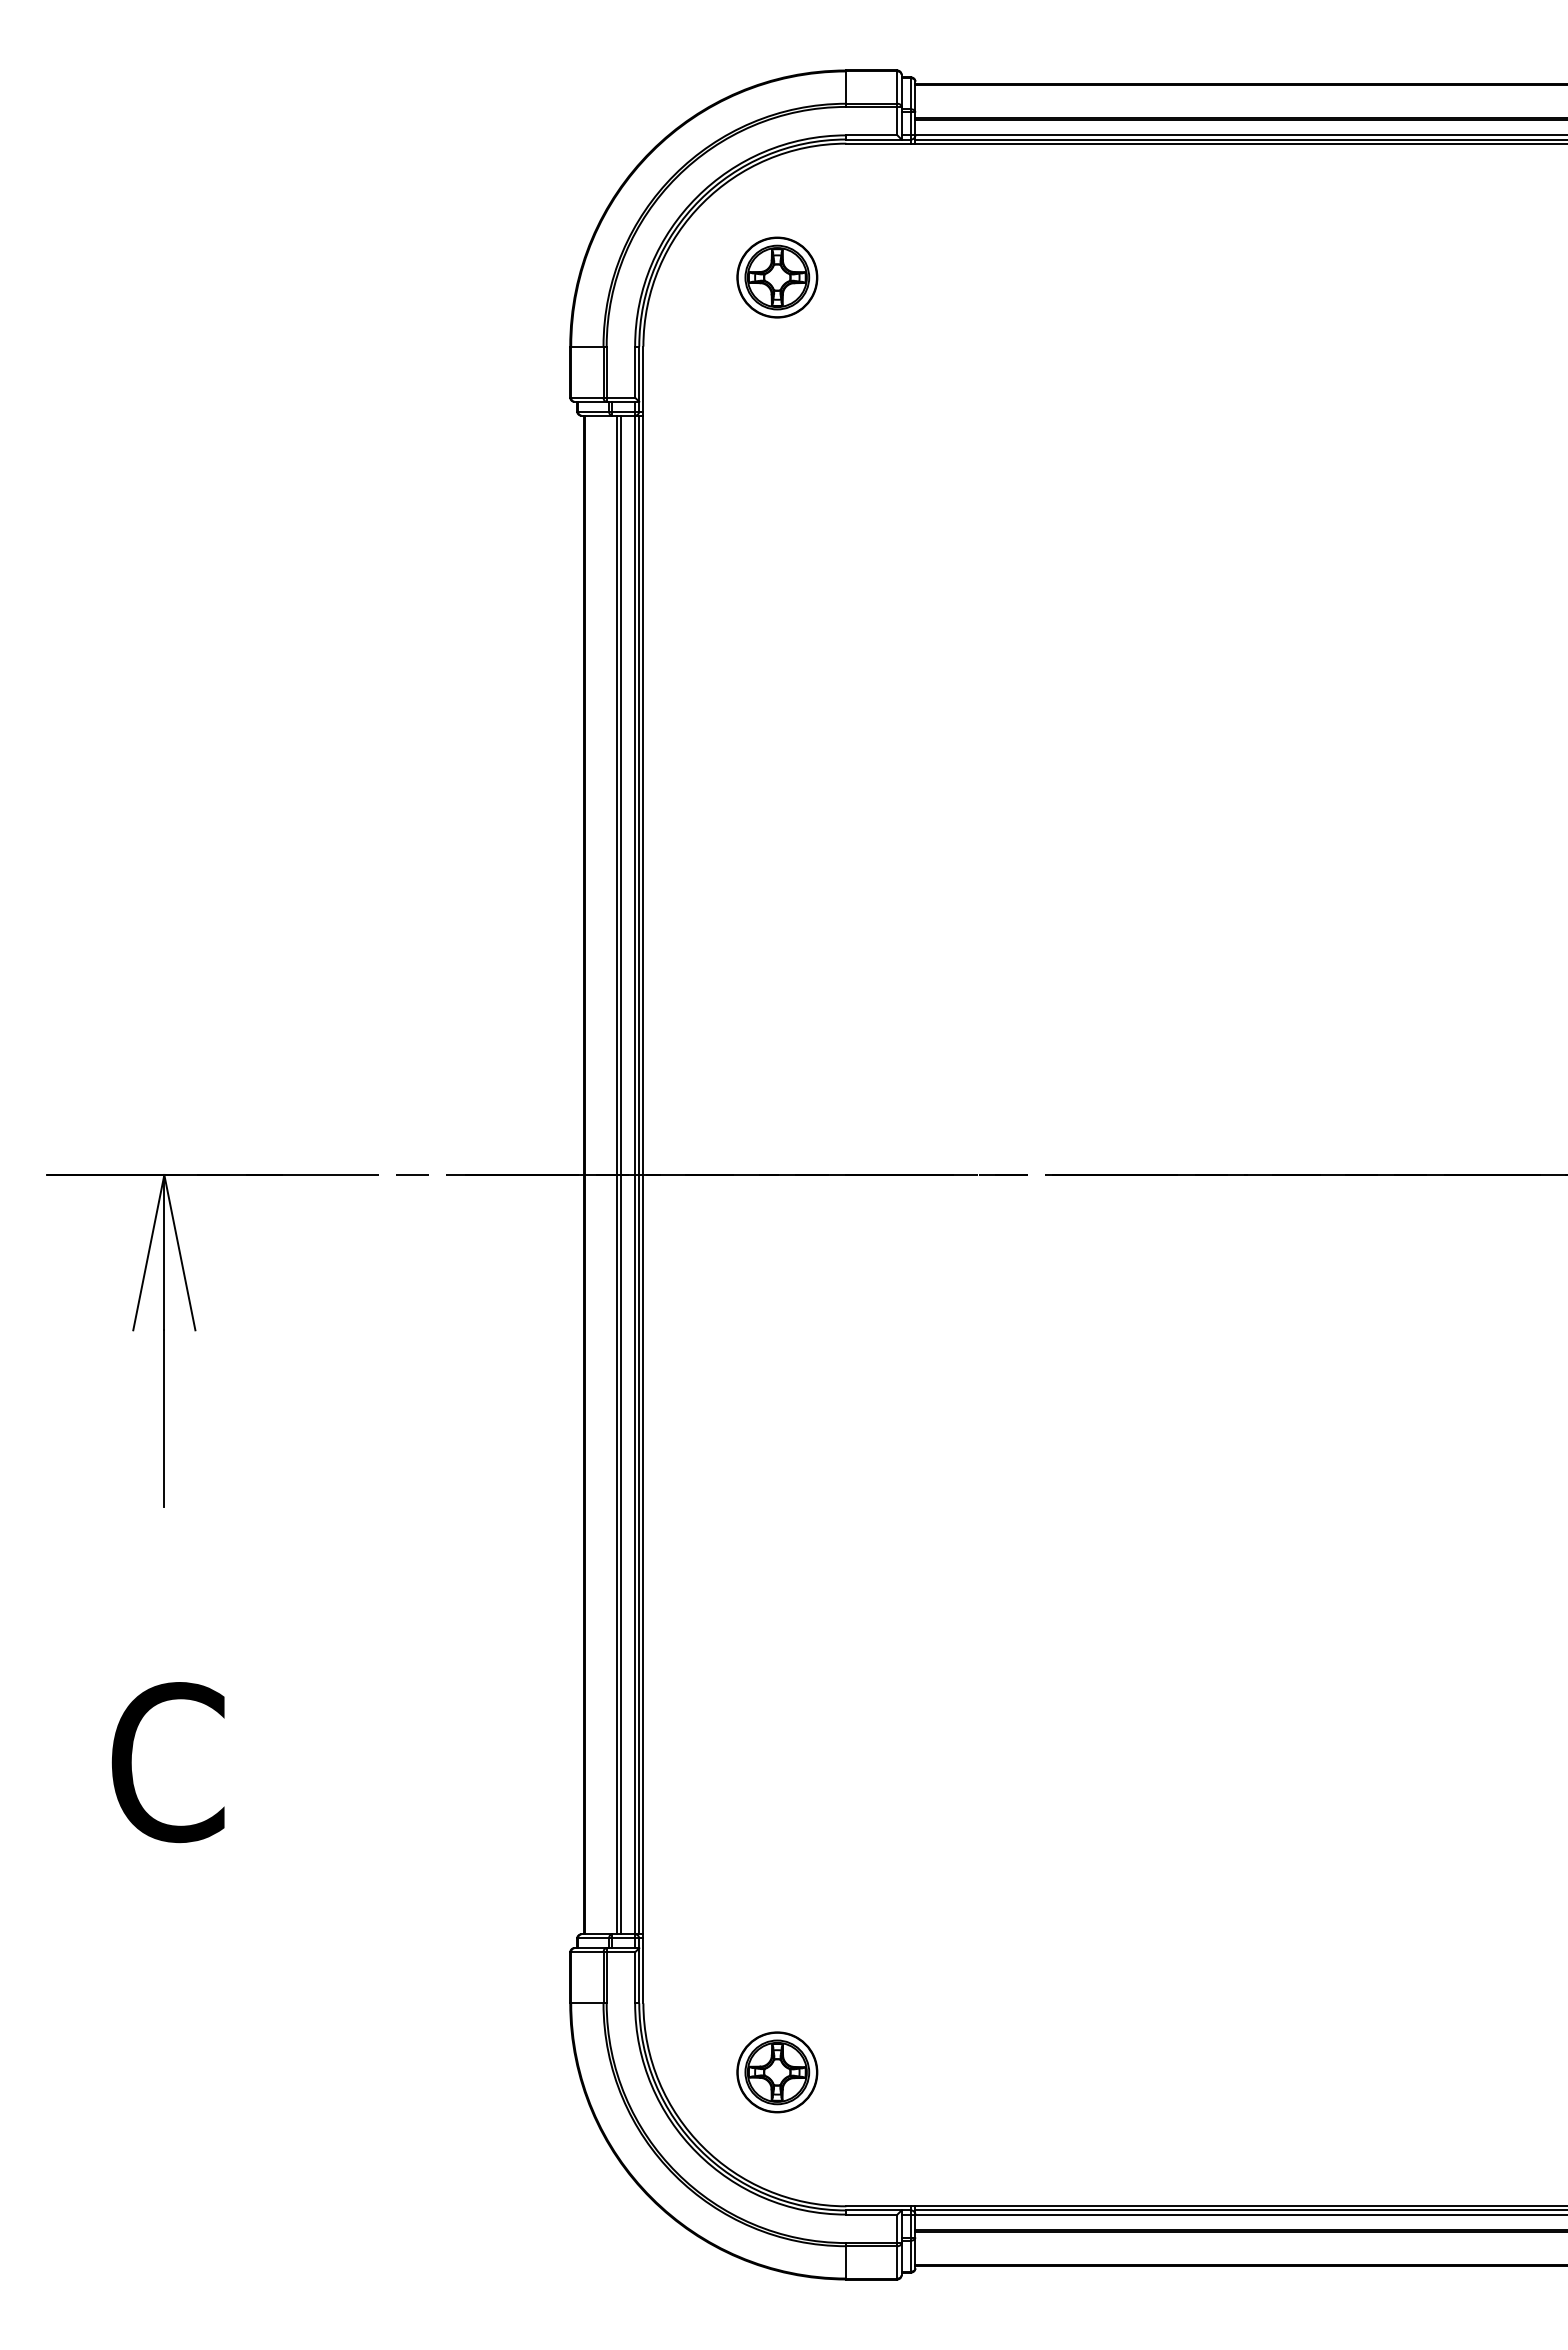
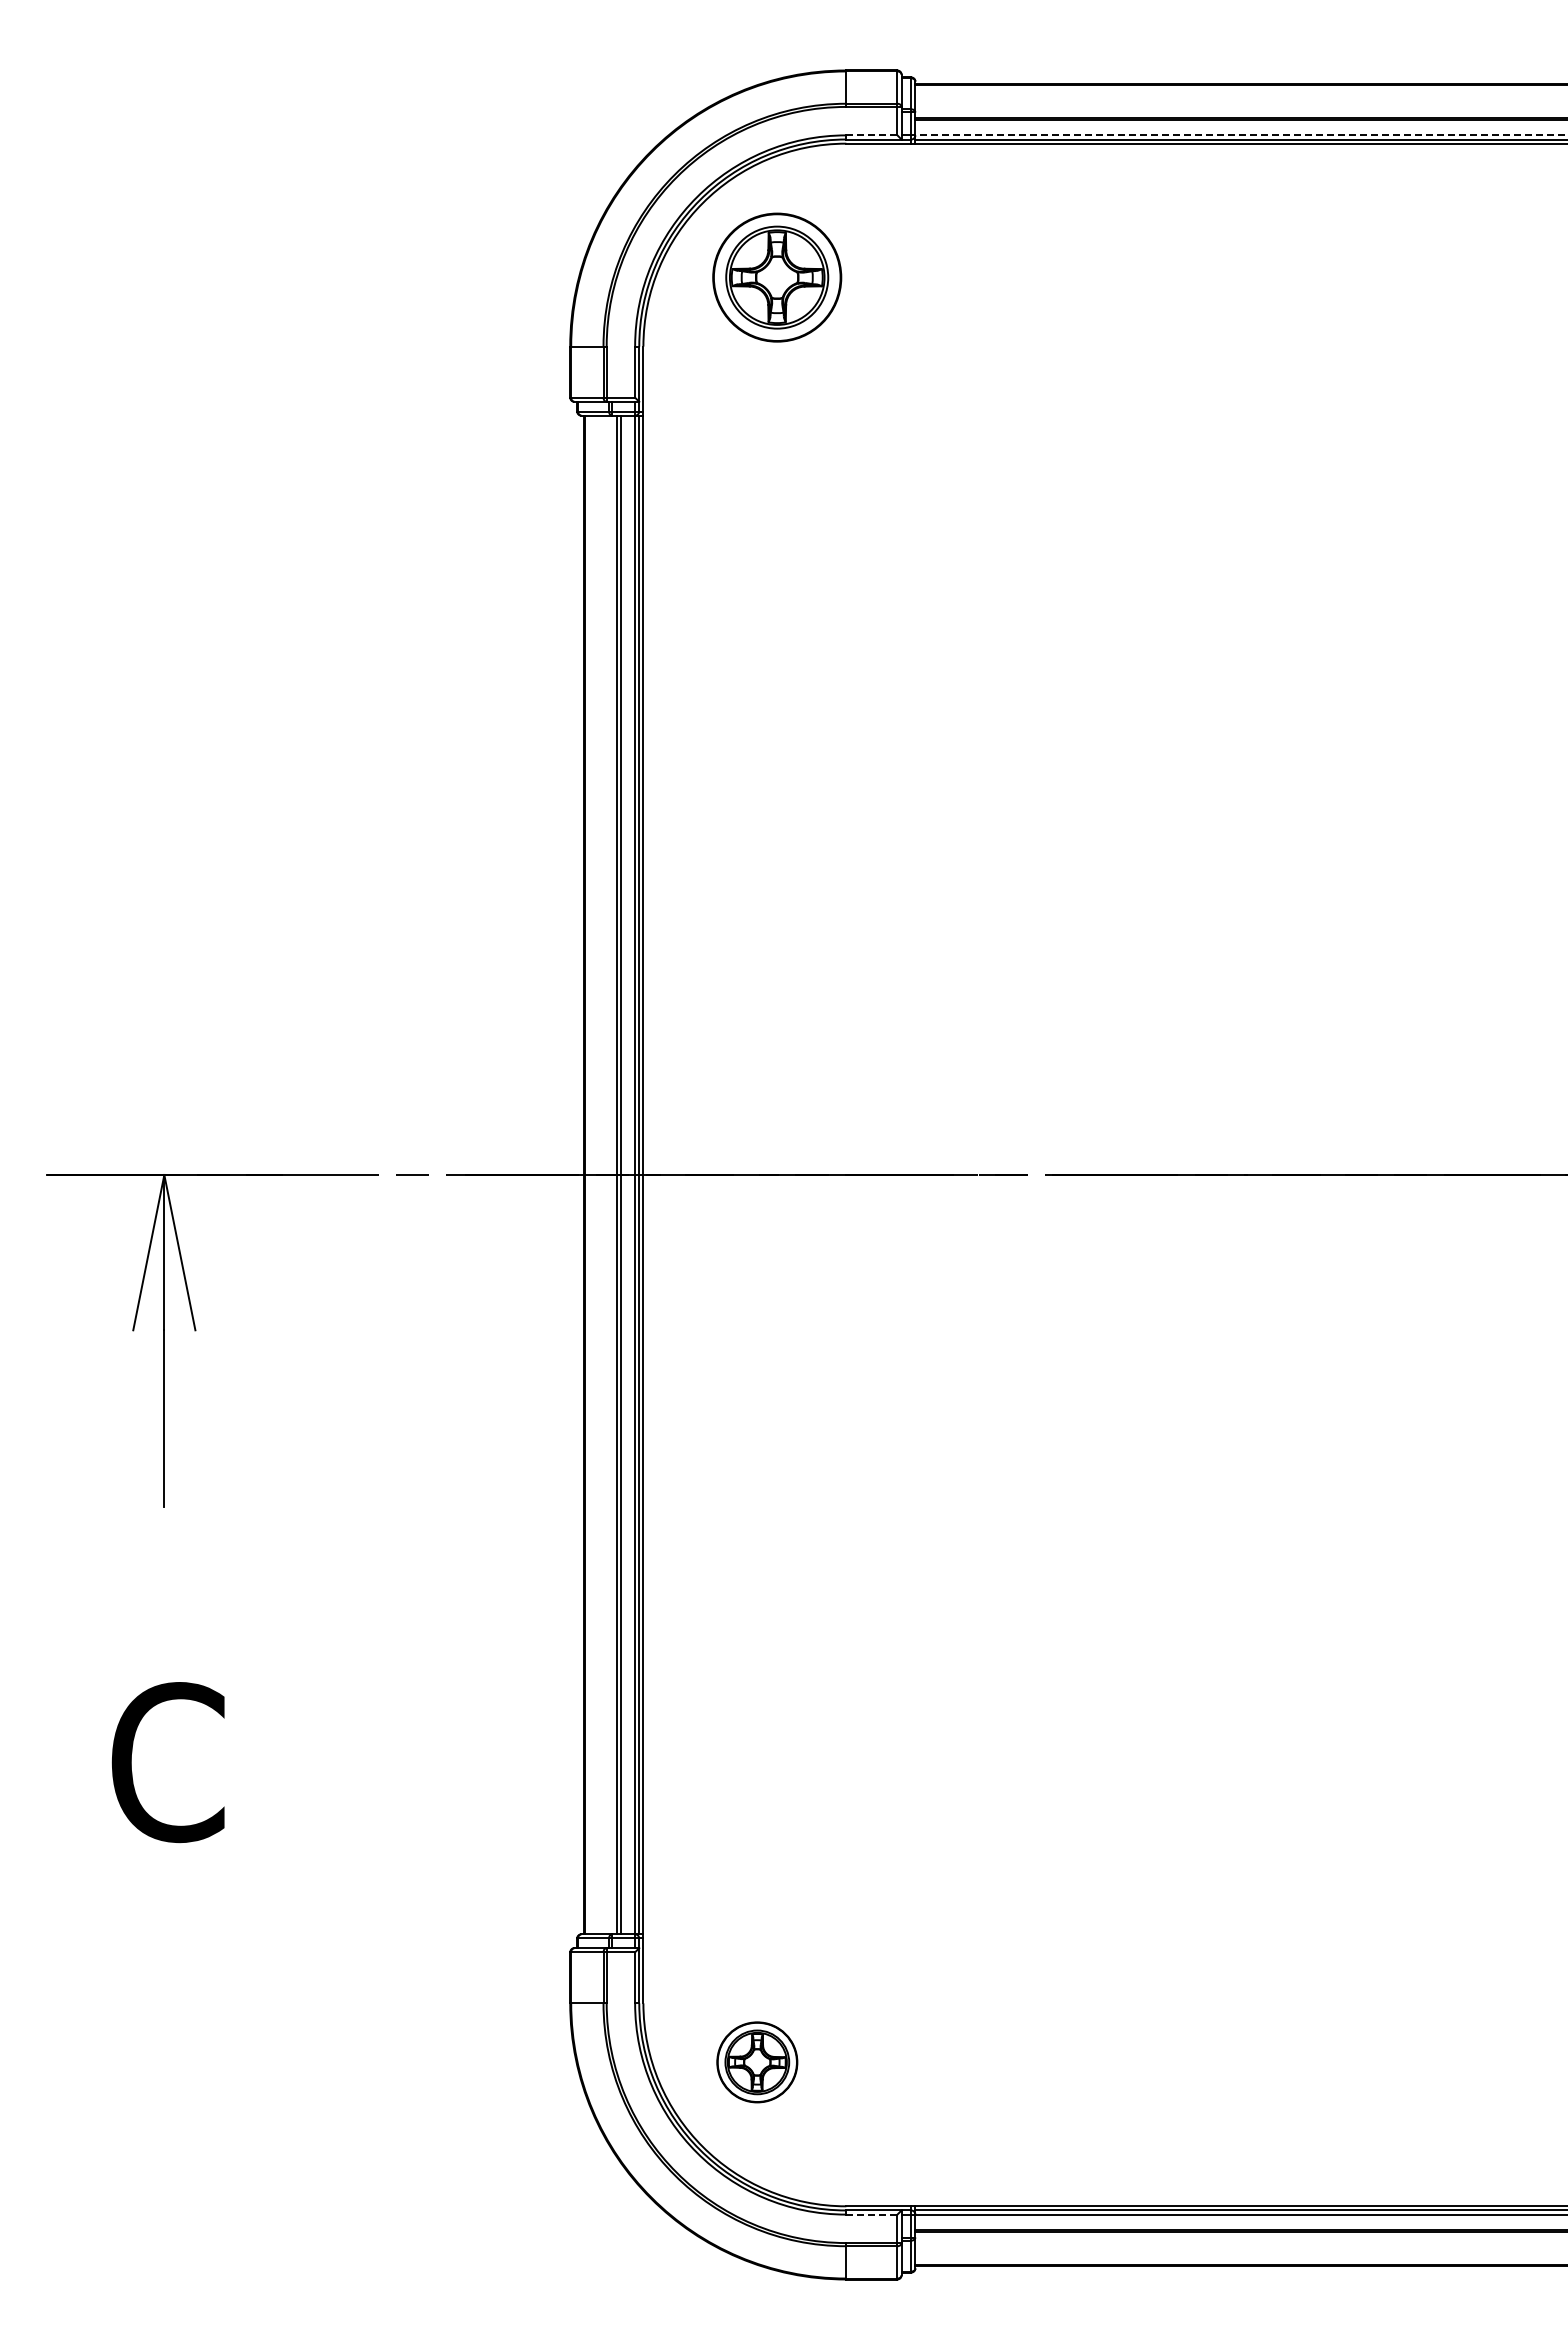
line at (871, 135): solid -> dashed
line at (1241, 135): solid -> dashed
part at (777, 277) size: 83x83 px -> 131x131 px
part at (777, 2072) position: (777, 2072) -> (757, 2062)
line at (871, 2214): solid -> dashed
